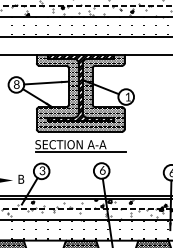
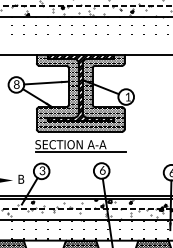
line at (85, 37): present -> none
